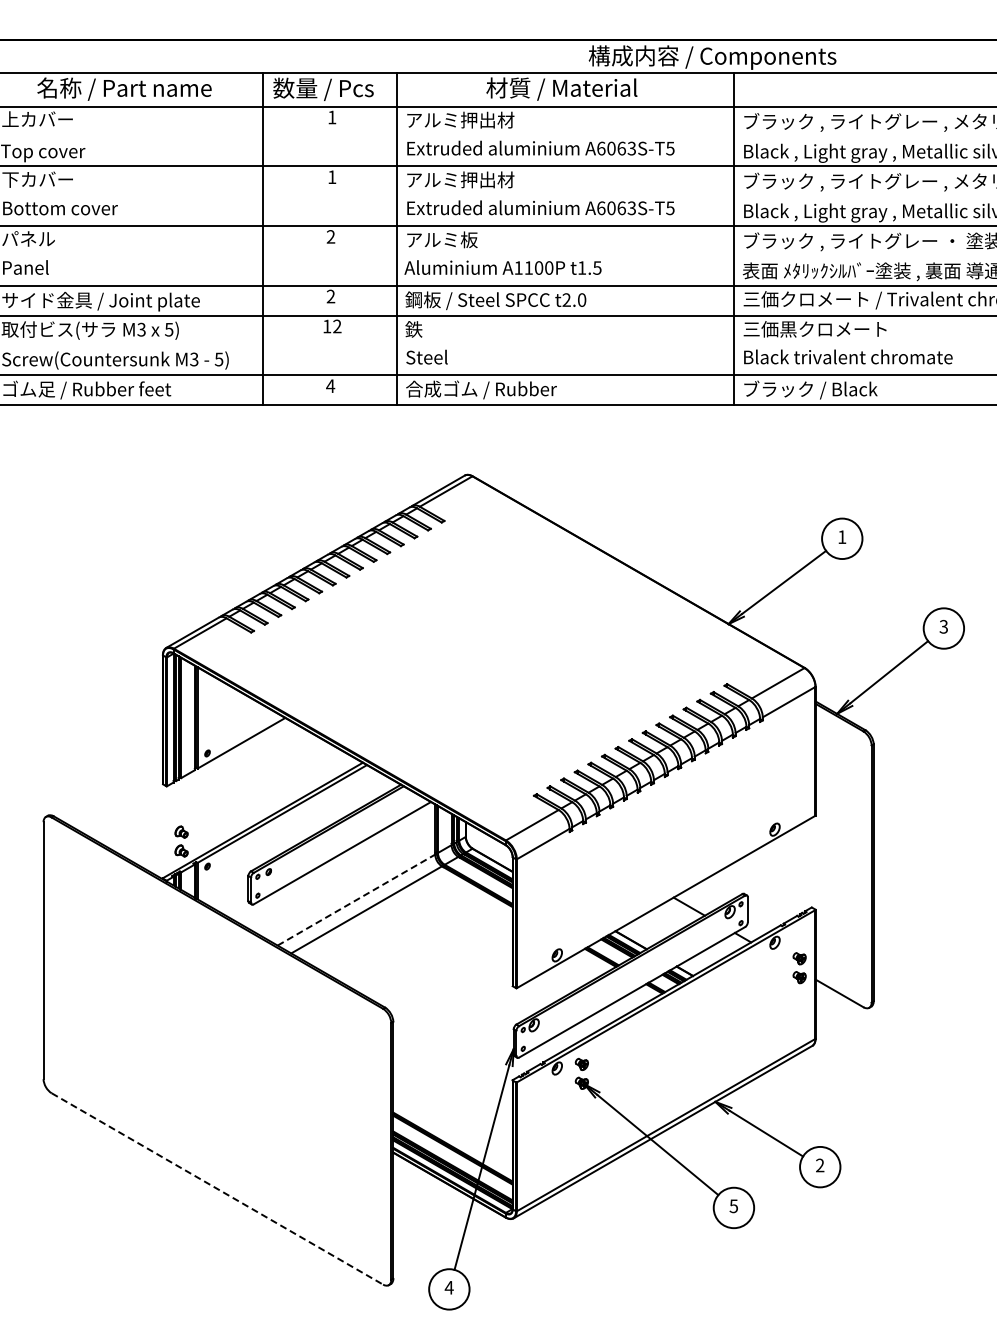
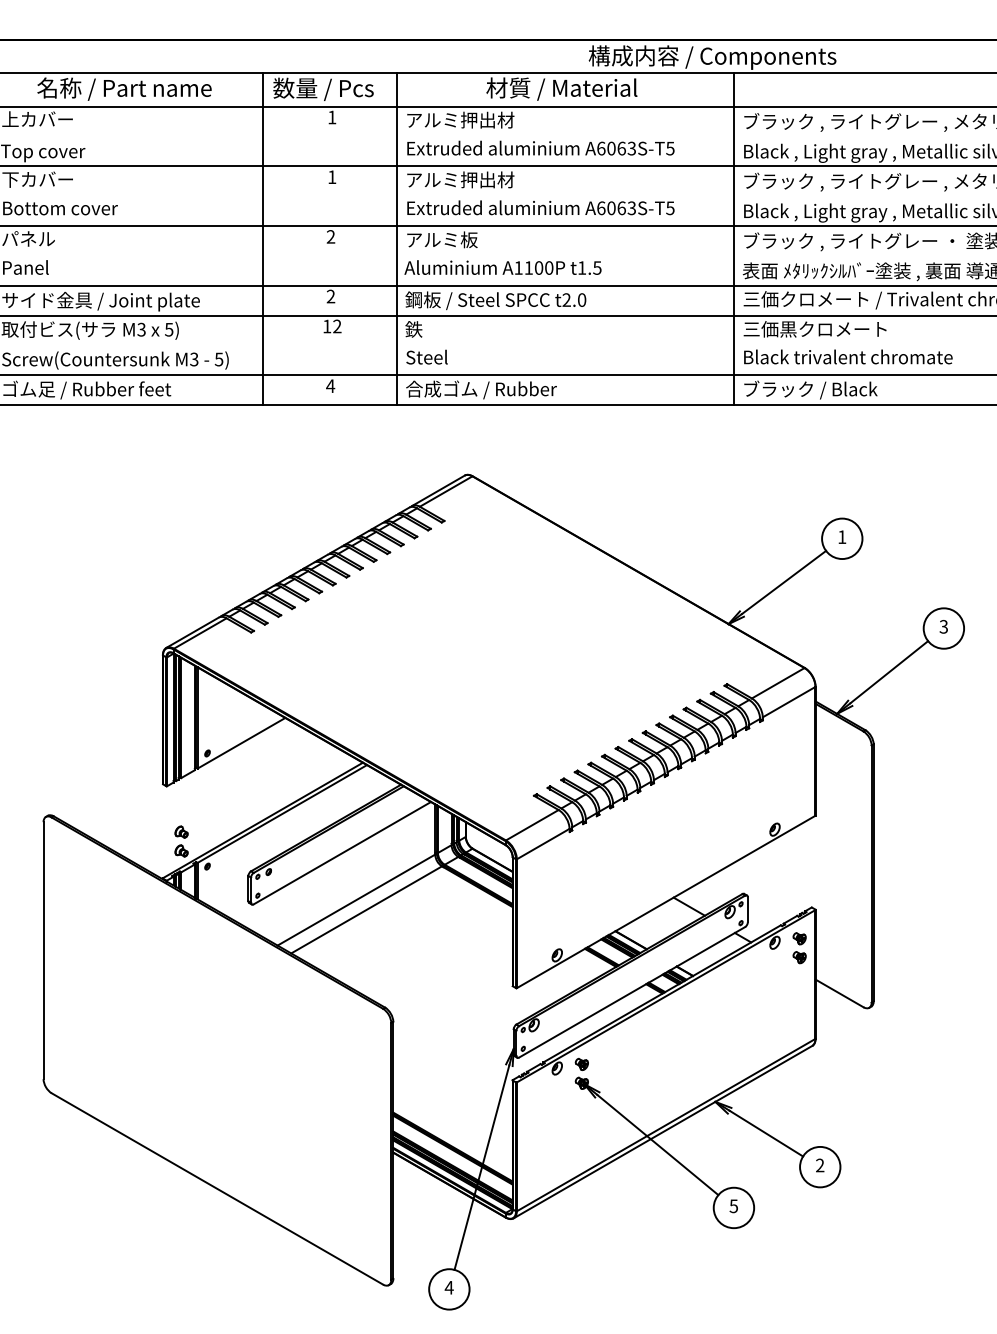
line at (356, 900): dashed -> solid
part at (799, 968) position: (799, 968) -> (799, 948)
line at (217, 1189): dashed -> solid
